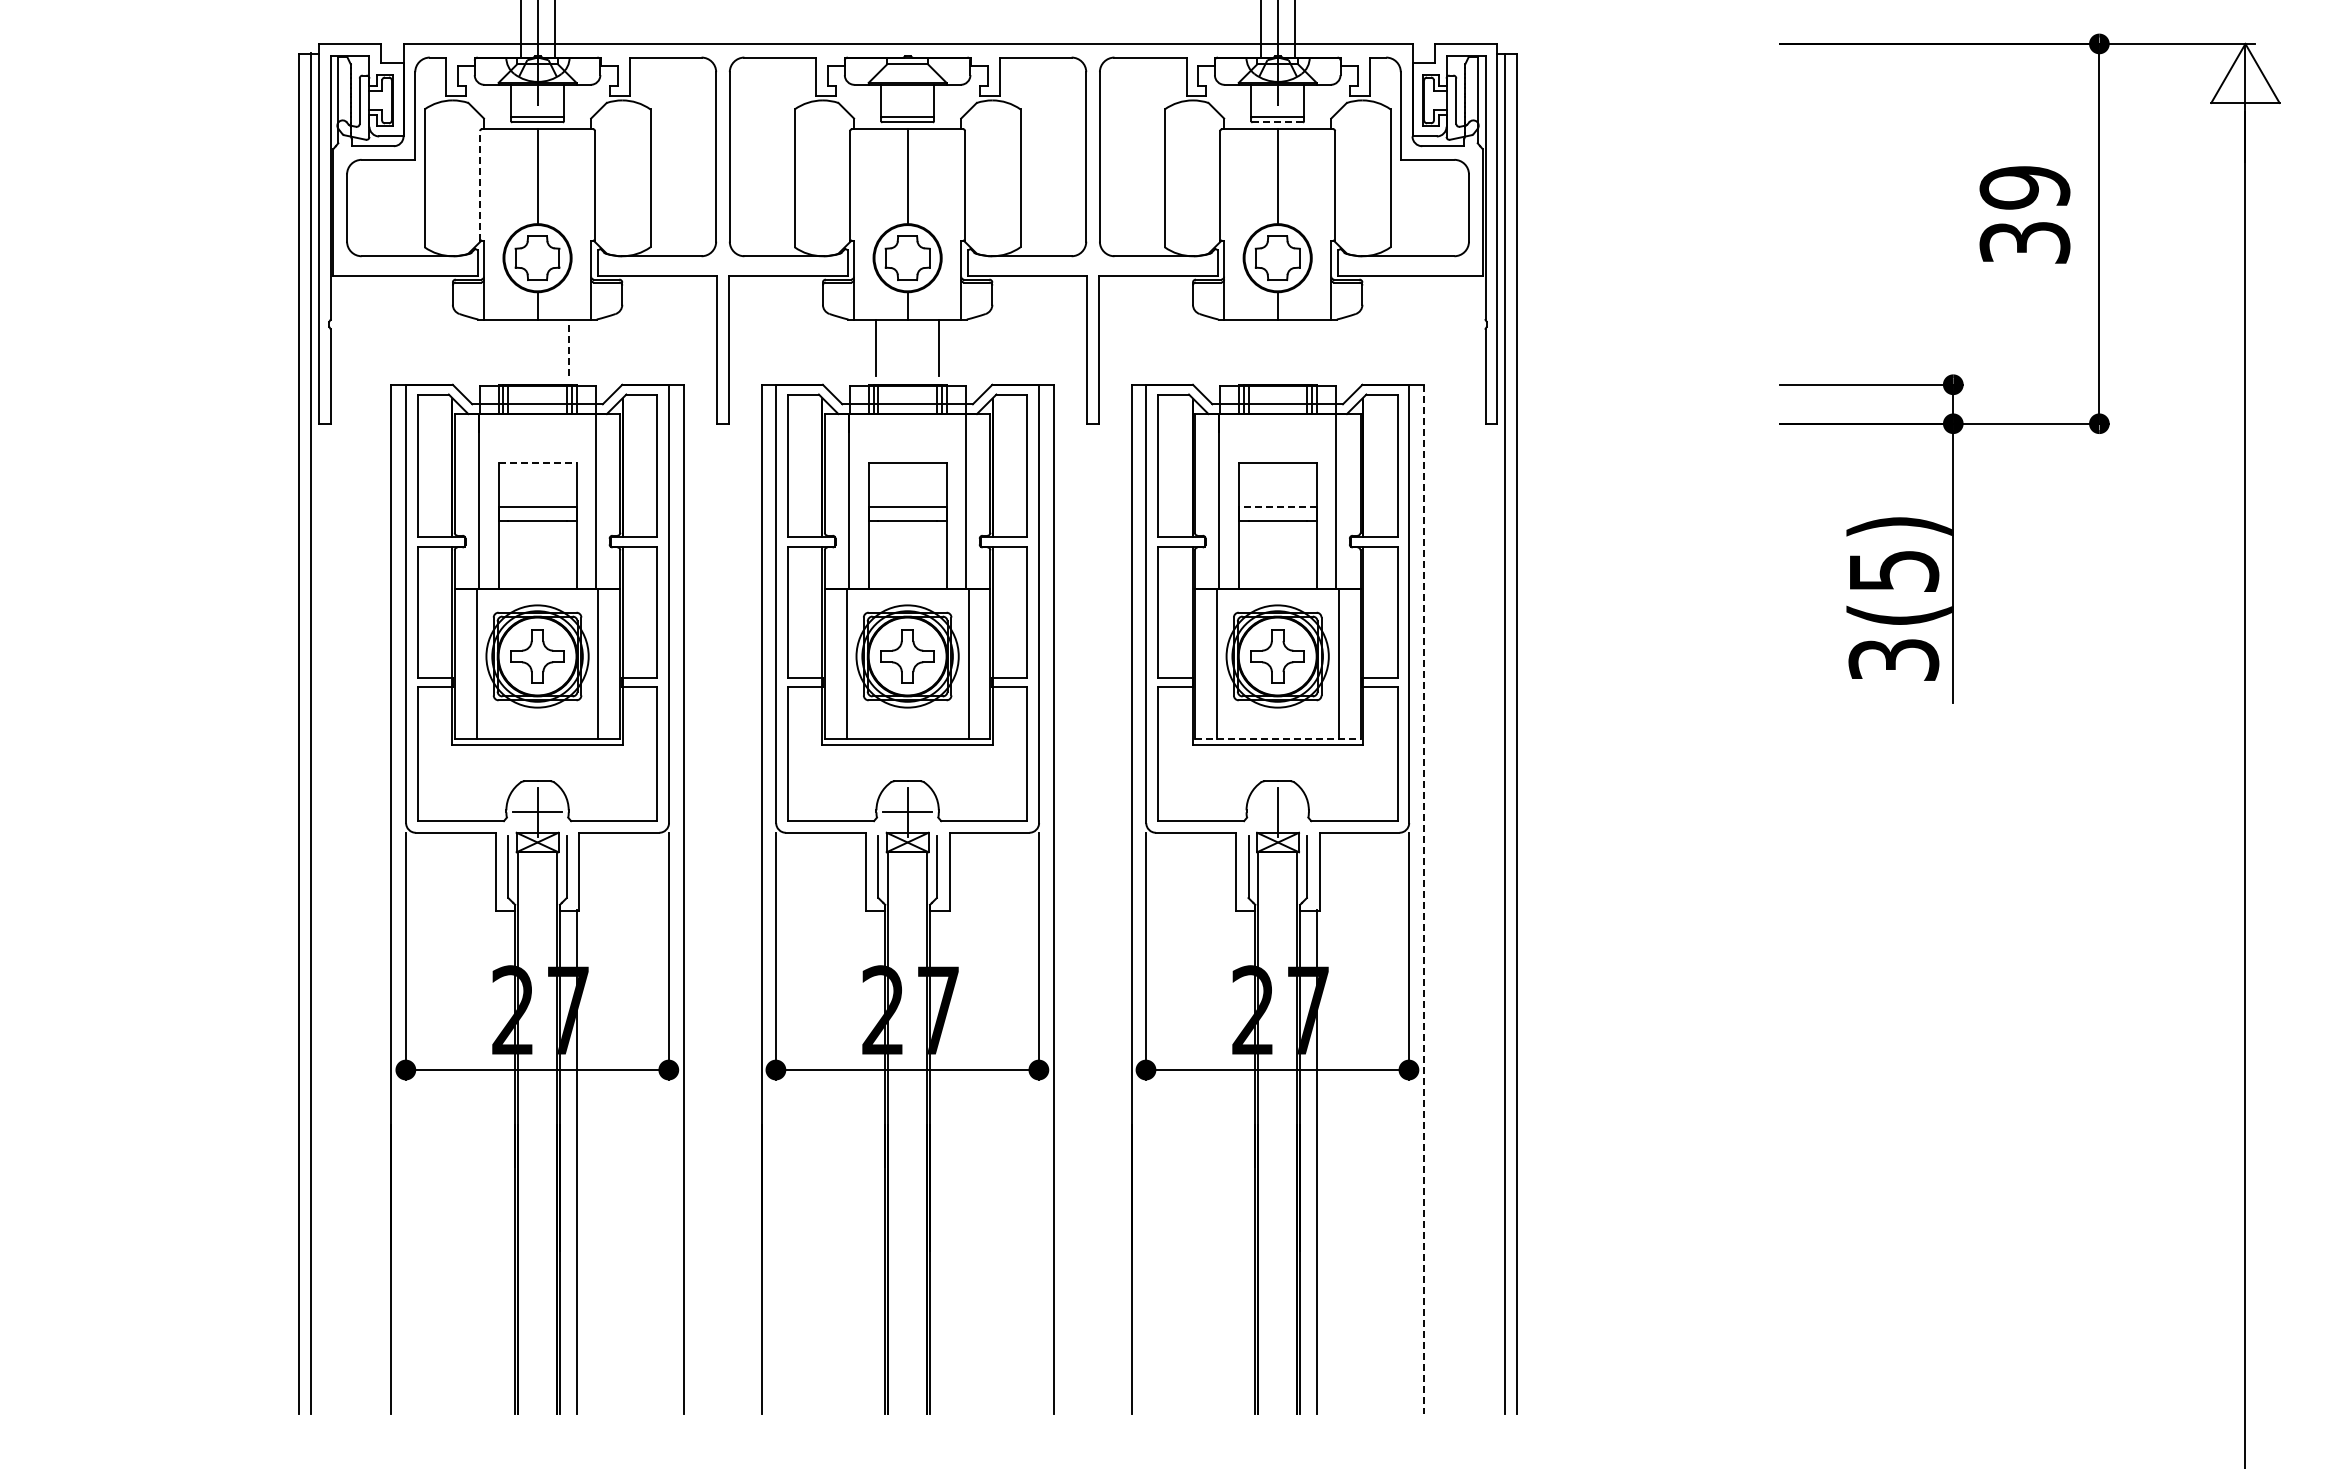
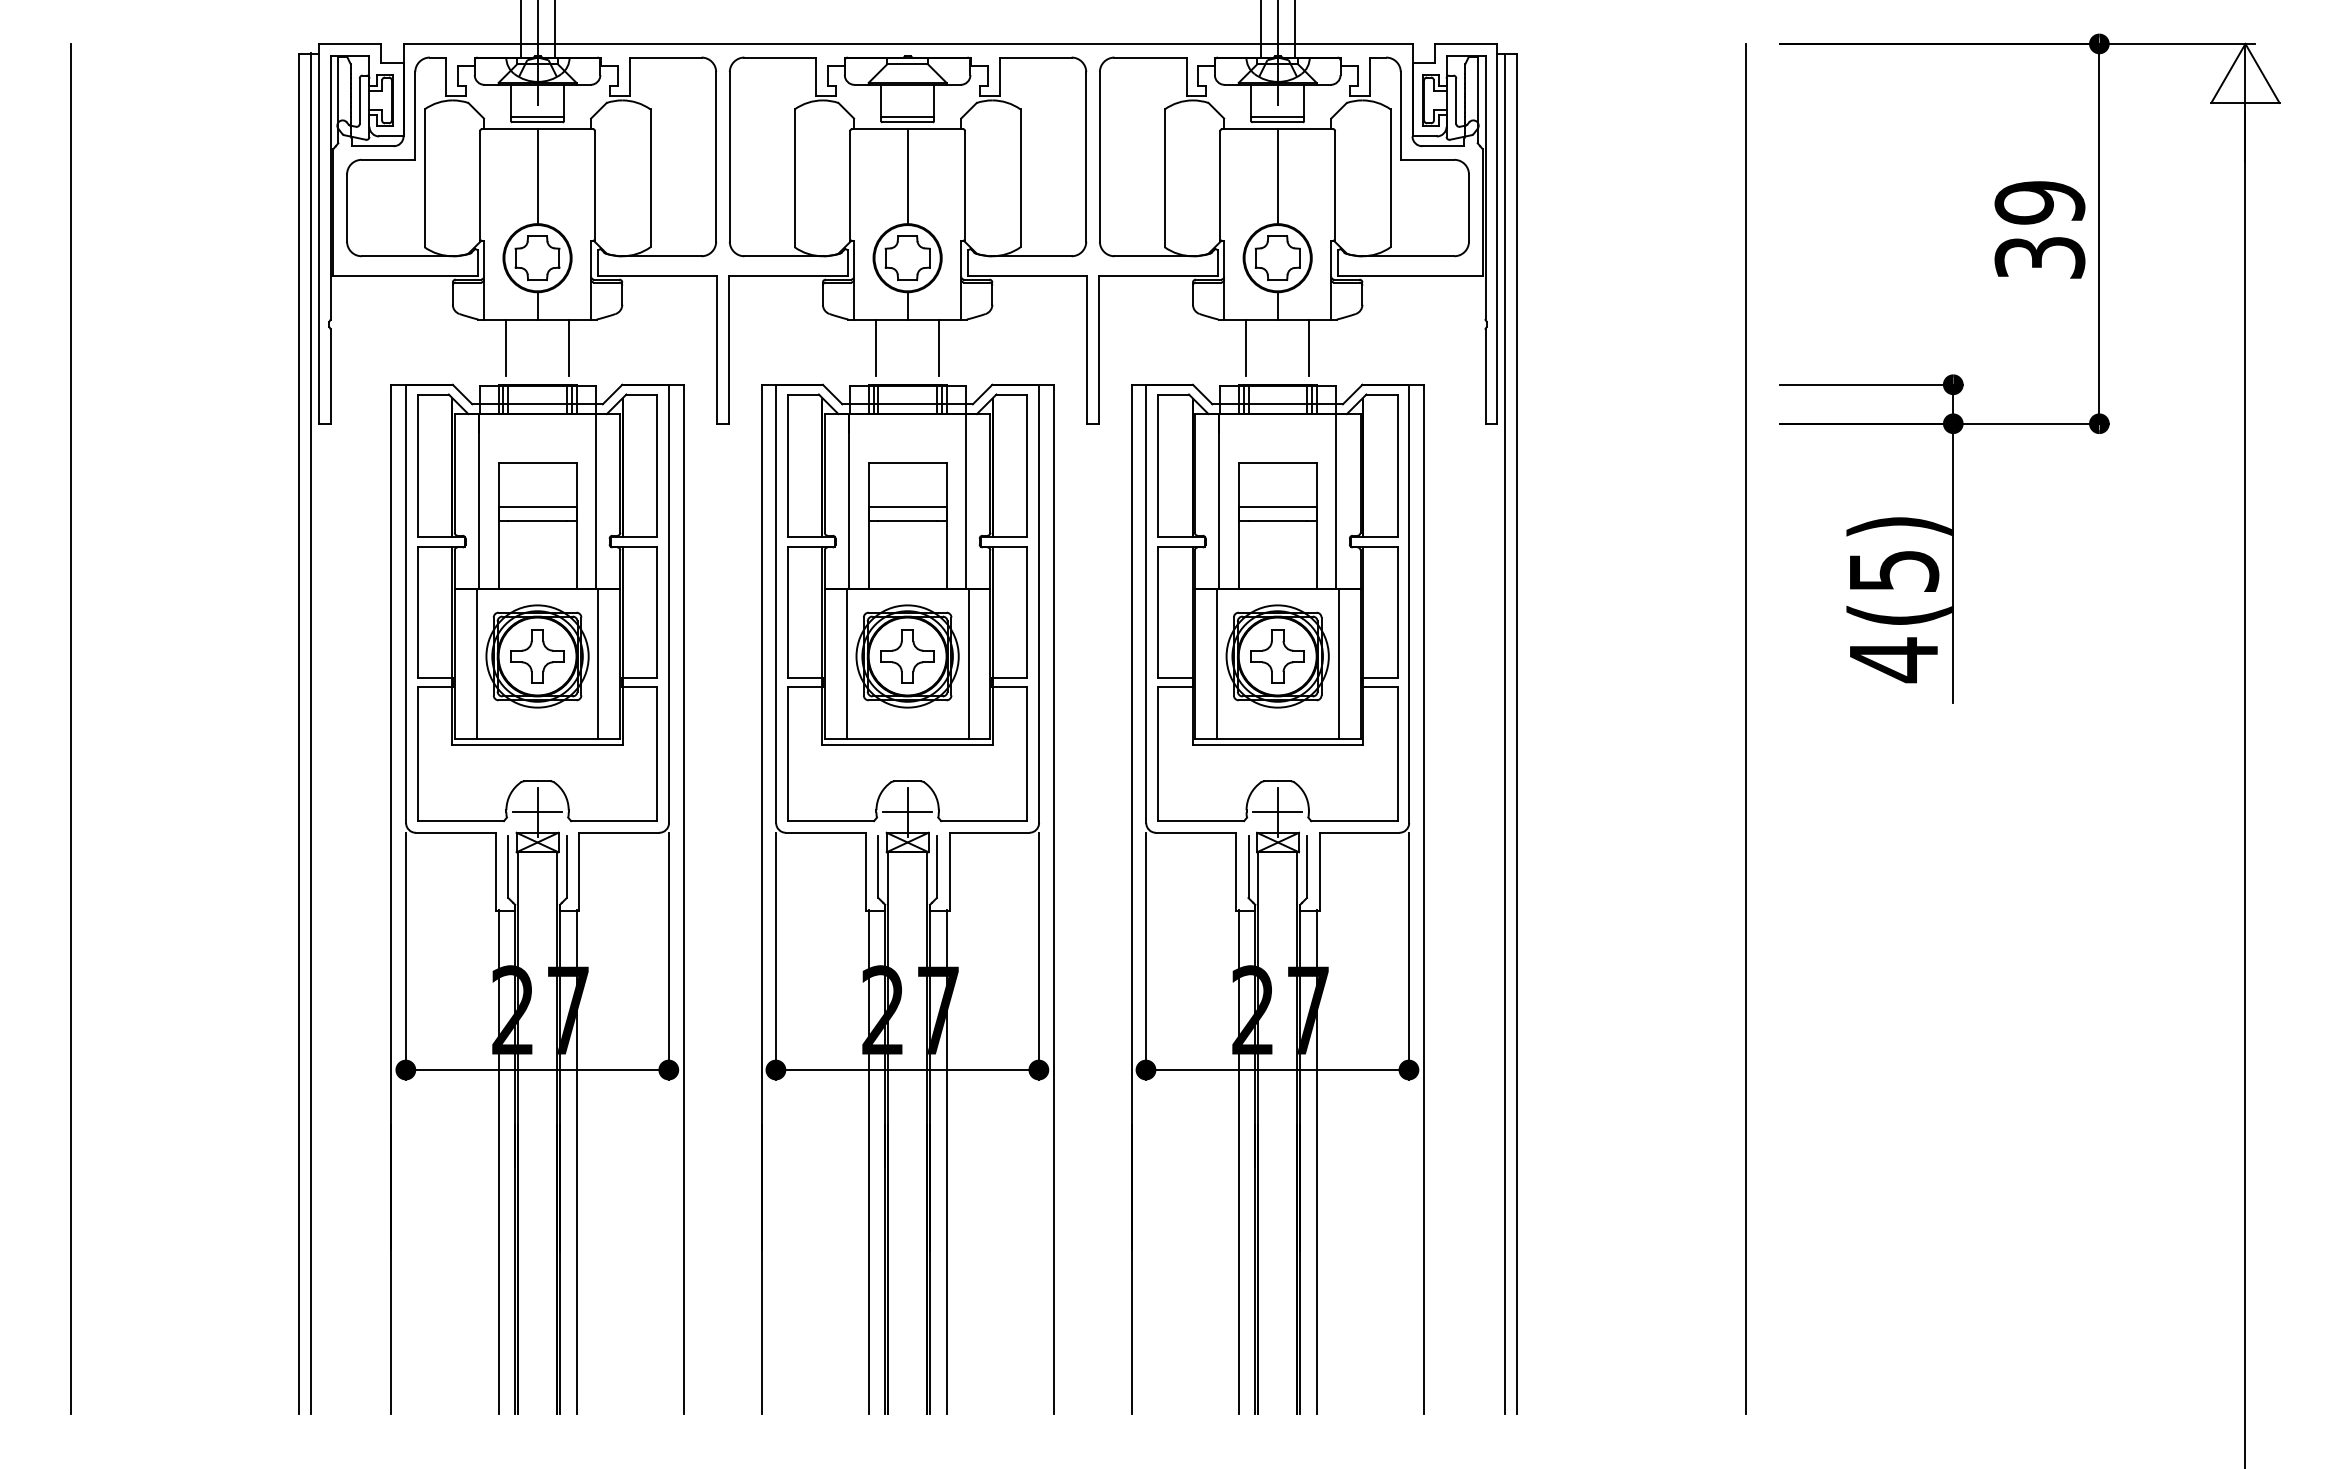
line at (1277, 122): dashed -> solid
line at (480, 185): dashed -> solid
text at (2024, 214) position: (2024, 214) -> (2039, 229)
line at (505, 347): none -> present
line at (569, 347): dashed -> solid
line at (1246, 347): none -> present
line at (1309, 347): none -> present
line at (537, 462): dashed -> solid
line at (1277, 506): dashed -> solid
text at (1893, 660): 3(5) -> 4(5)
line at (70, 728): none -> present
line at (1745, 728): none -> present
line at (1277, 739): dashed -> solid
line at (1277, 812): none -> present
line at (1423, 899): dashed -> solid
line at (498, 1162): none -> present
line at (868, 1162): none -> present
line at (946, 1162): none -> present
line at (1238, 1162): none -> present
